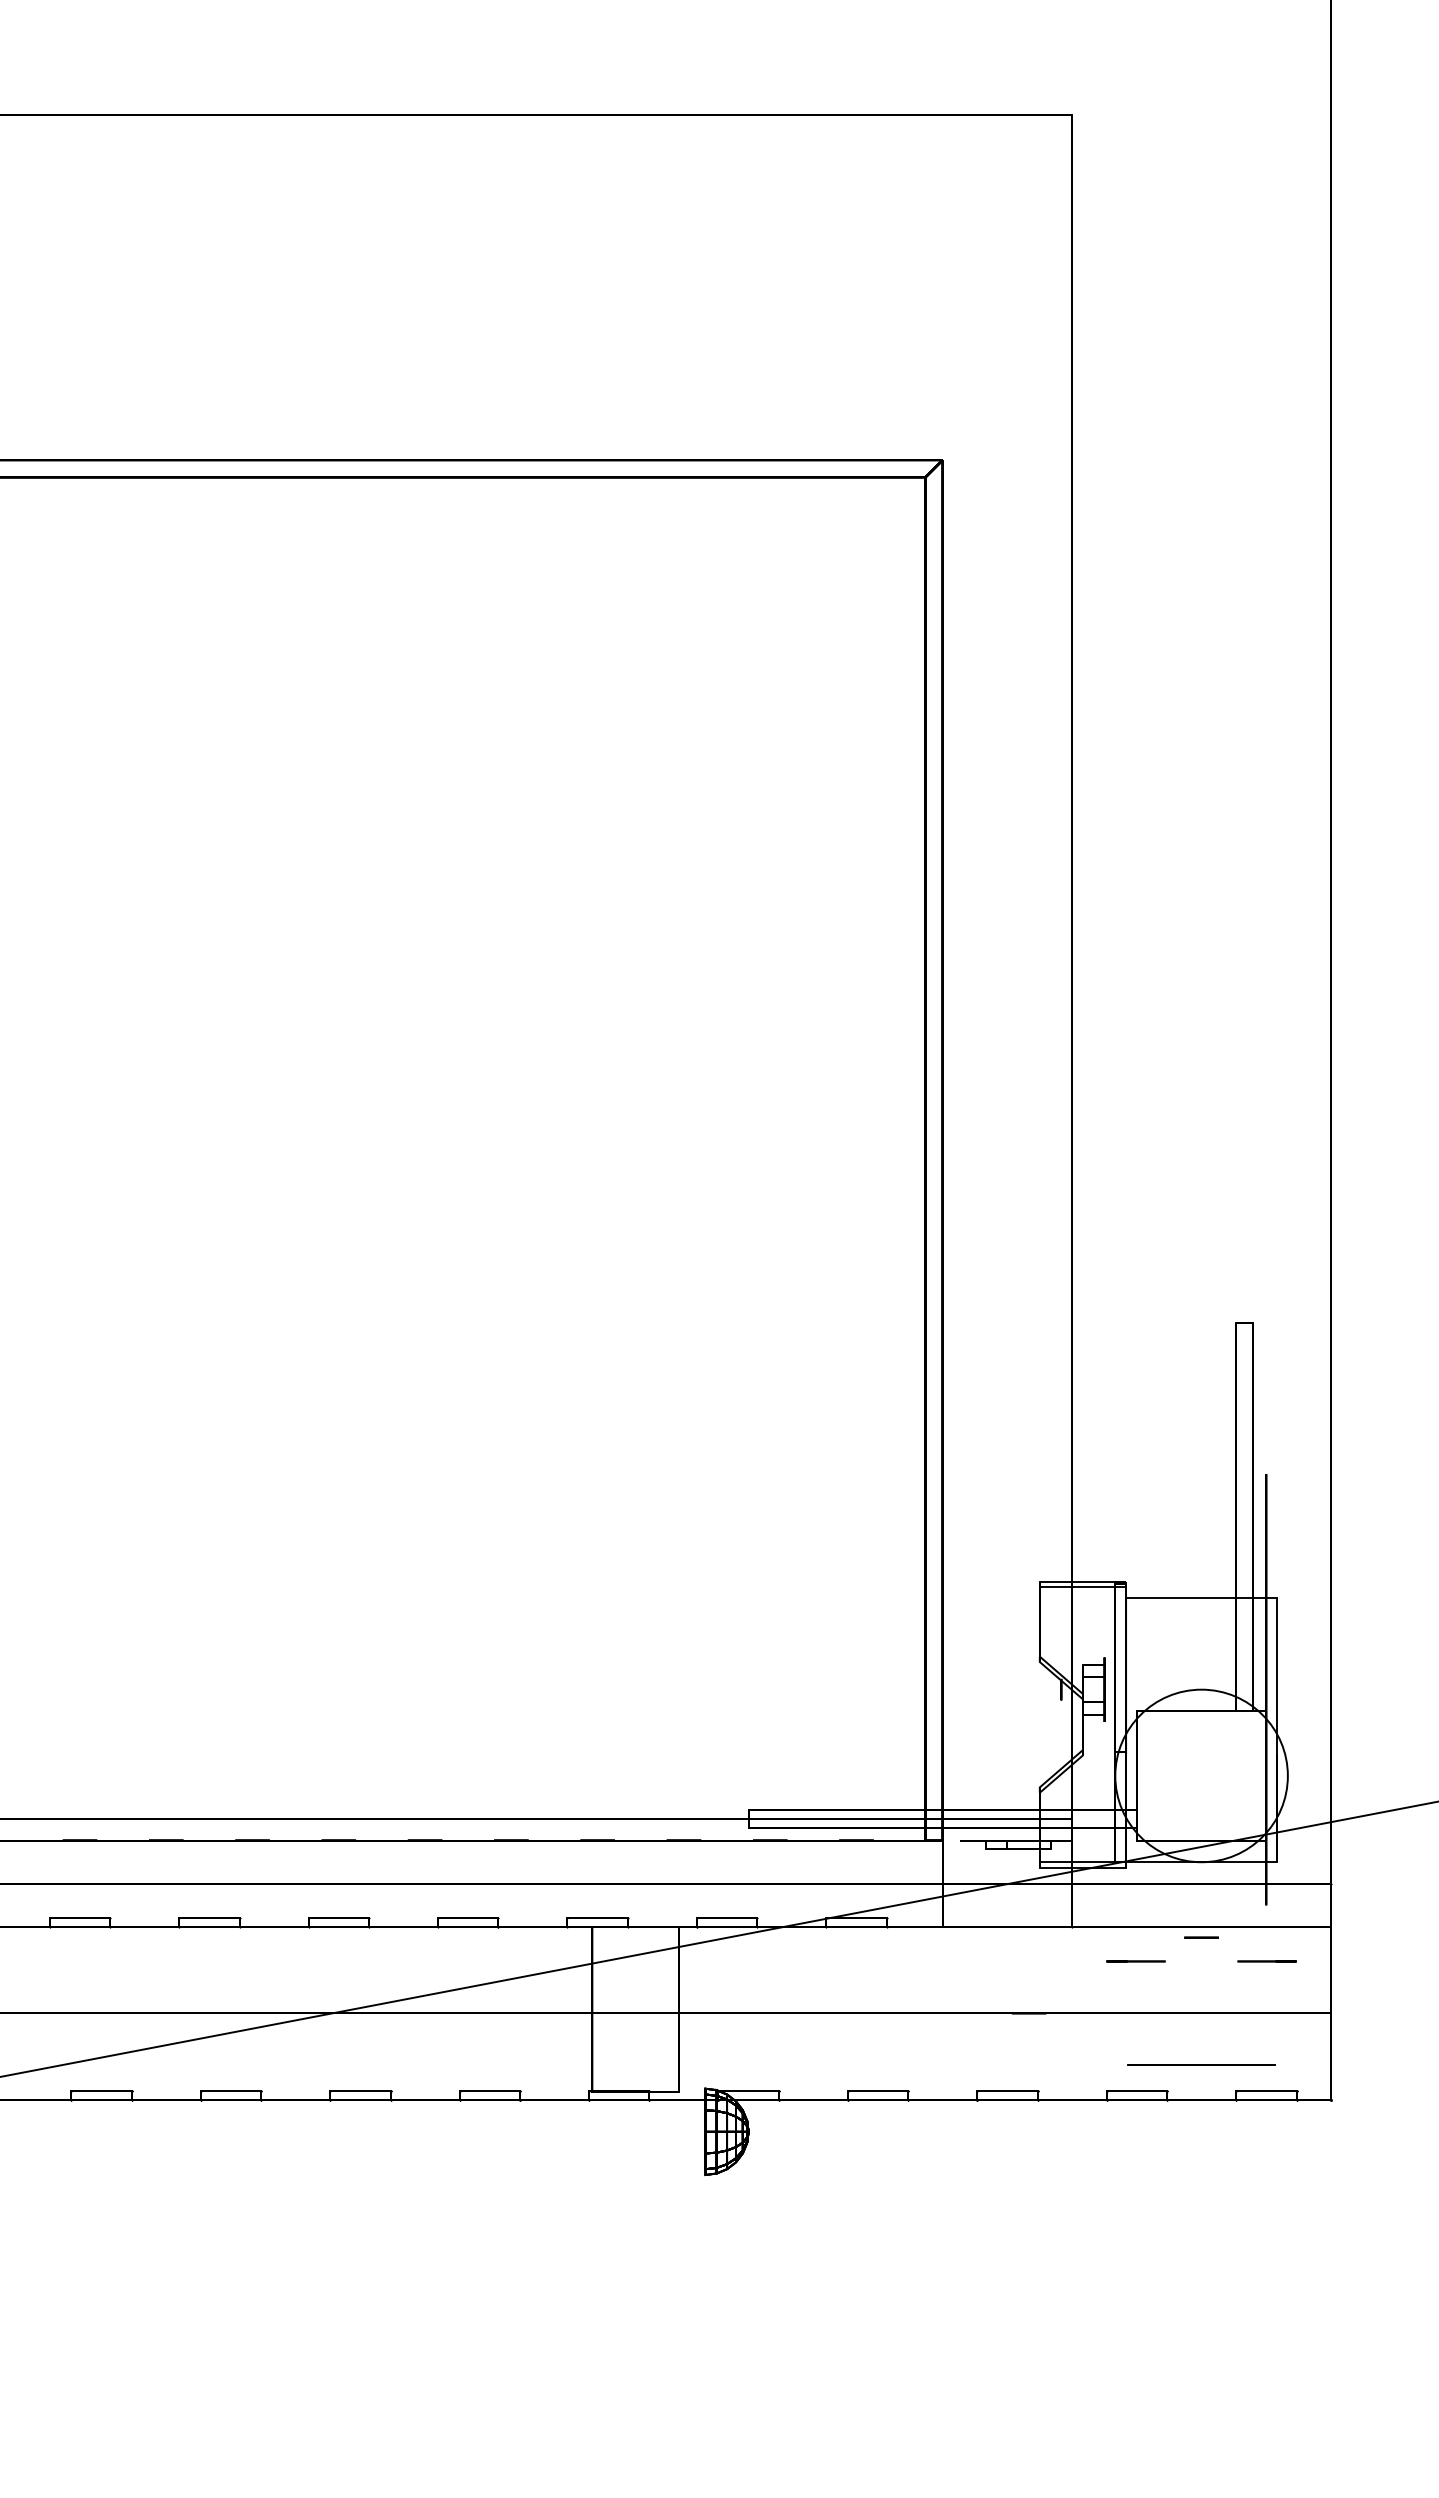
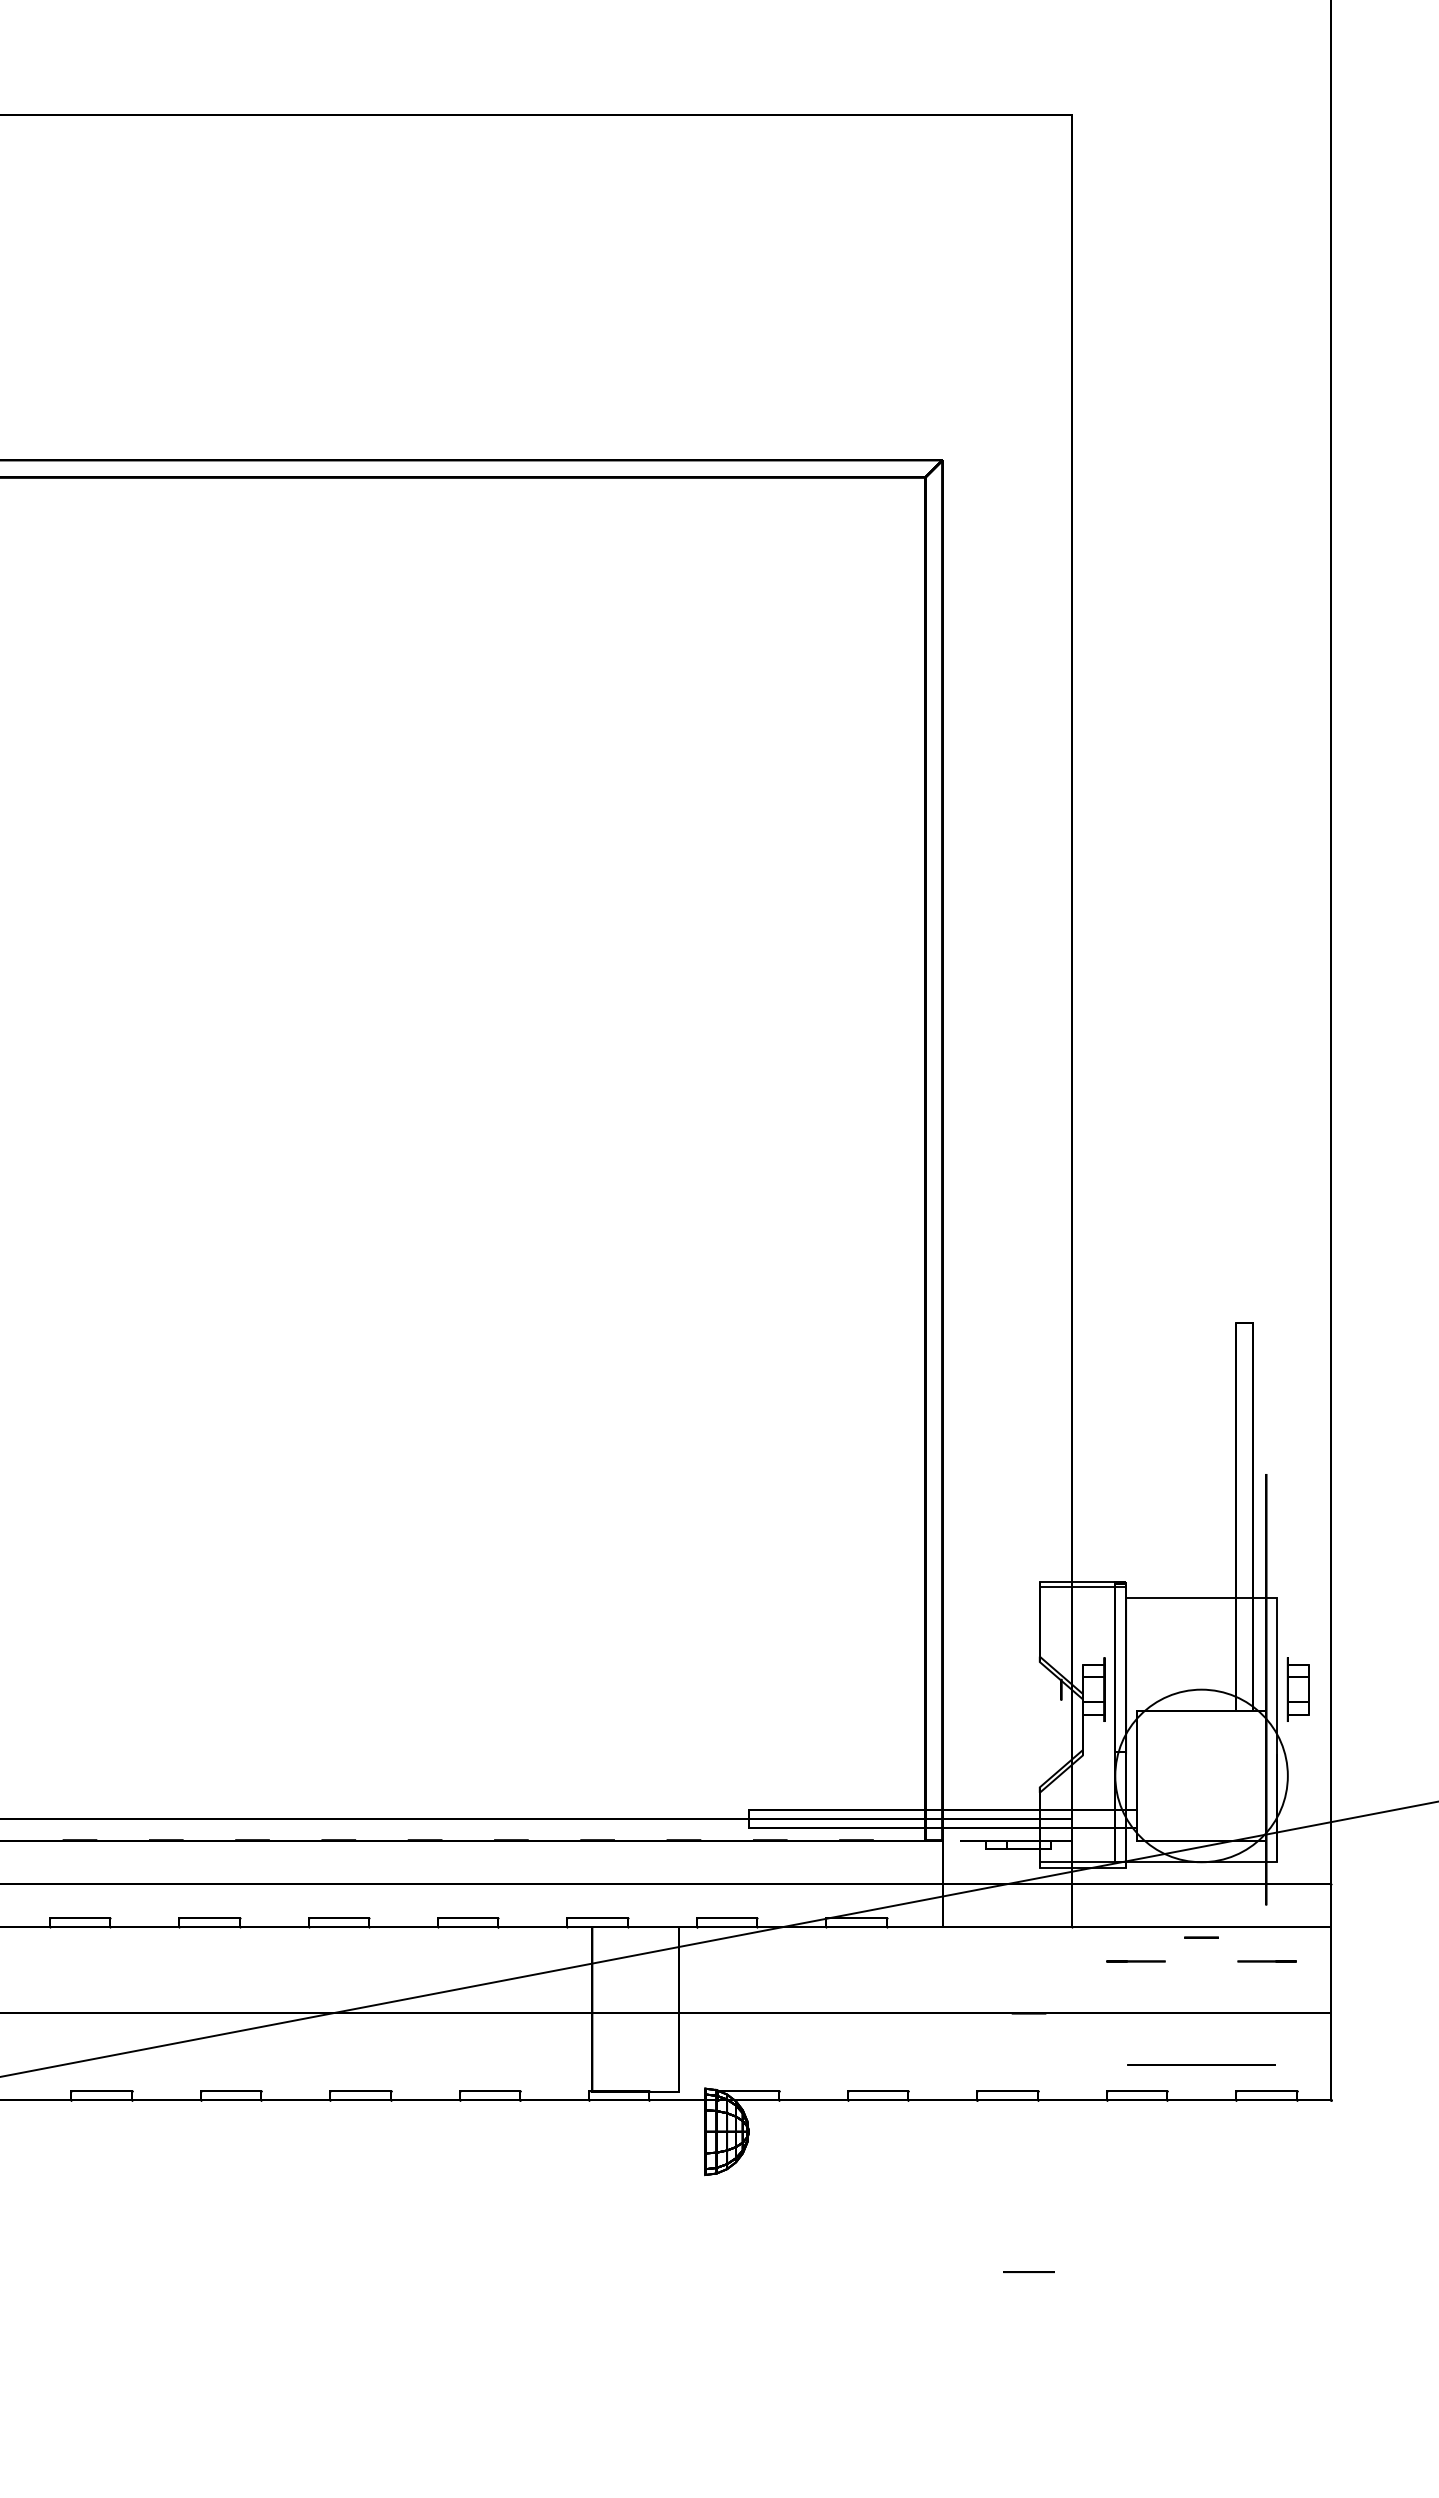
part at (1297, 1689): none -> present
line at (1028, 2271): none -> present
